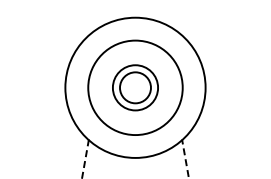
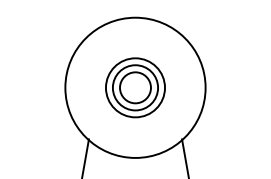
circle at (135, 87) diameter: 94 px -> 59 px
line at (85, 158): dashed -> solid
line at (185, 158): dashed -> solid
